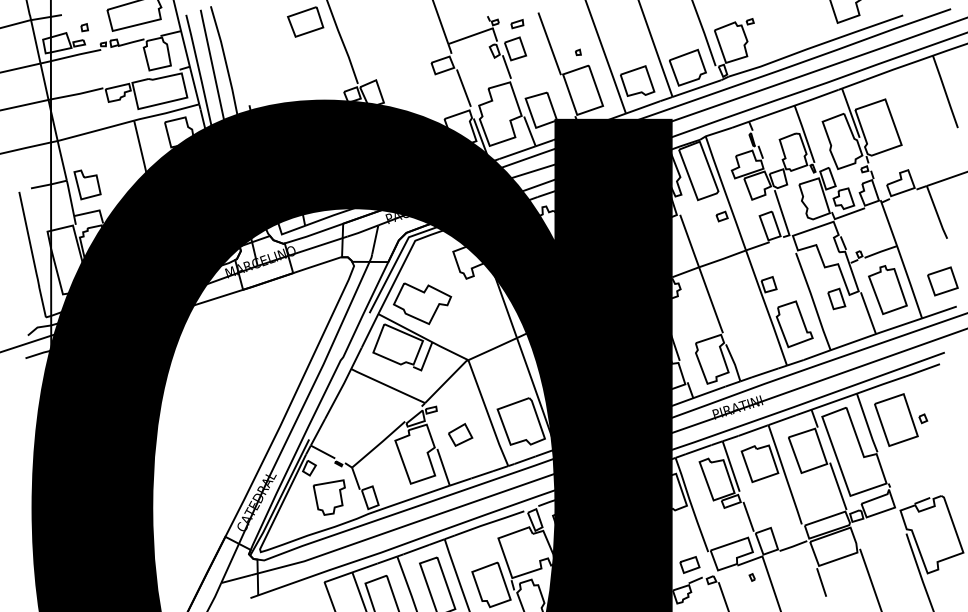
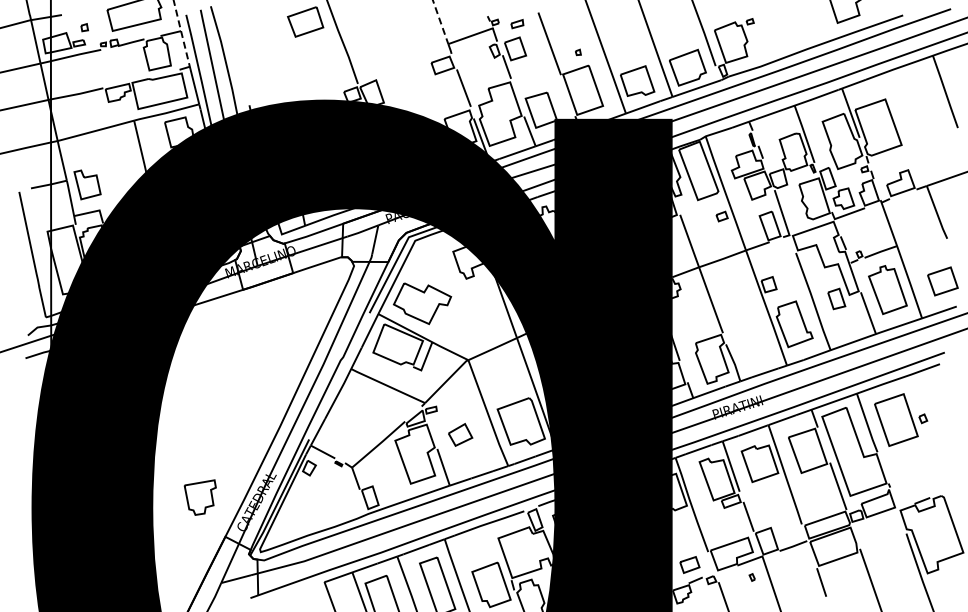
line at (440, 22): solid -> dashed
line at (181, 34): solid -> dashed
part at (328, 497) position: (328, 497) -> (199, 497)
